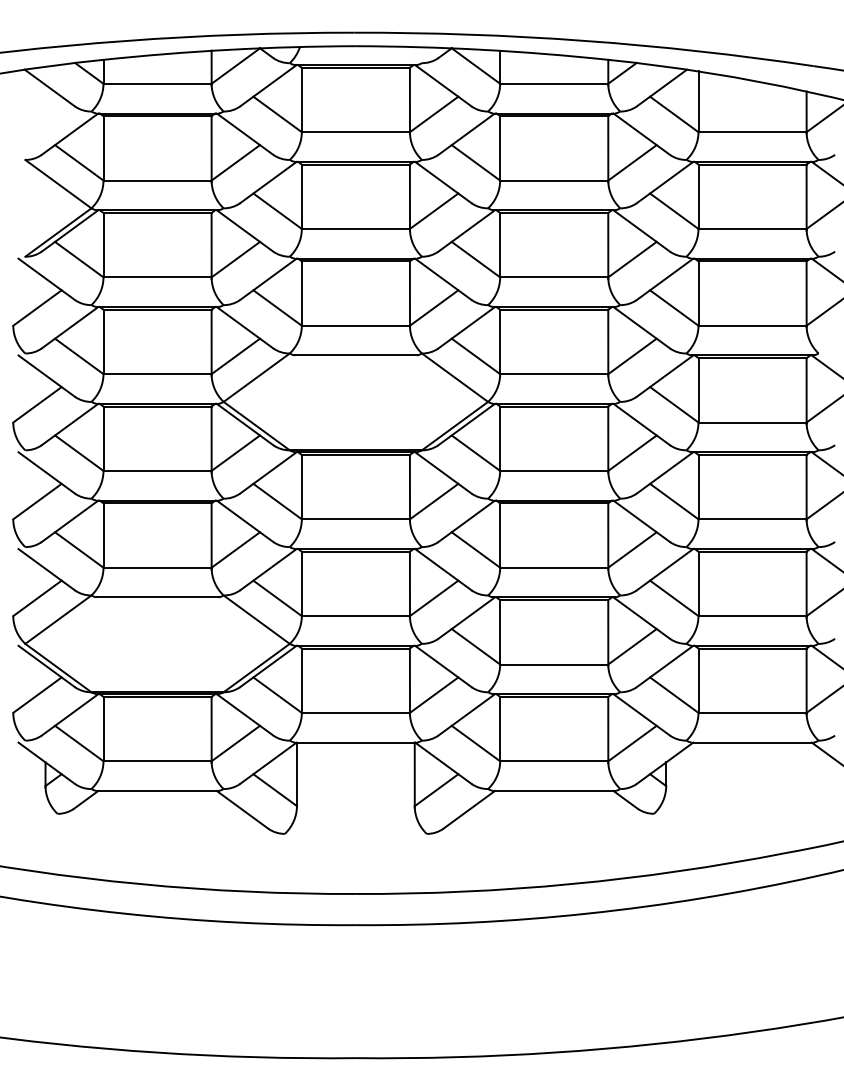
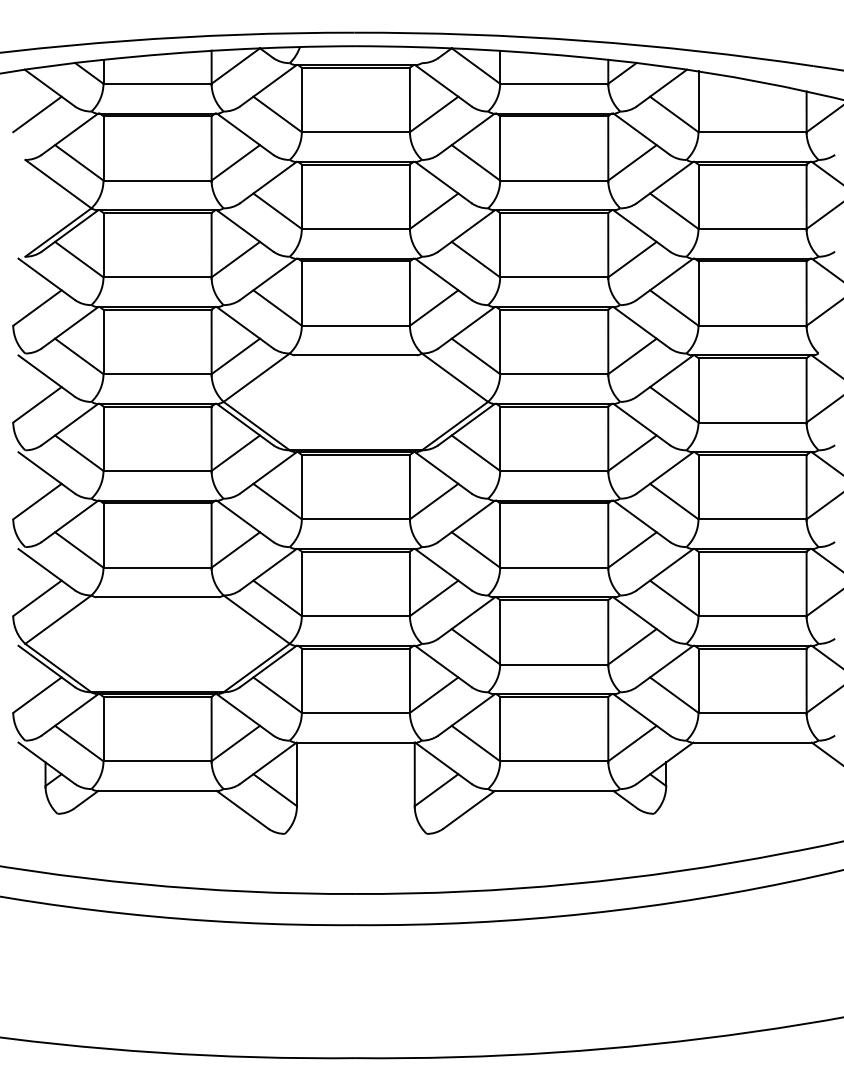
line at (37, 114): none -> present
